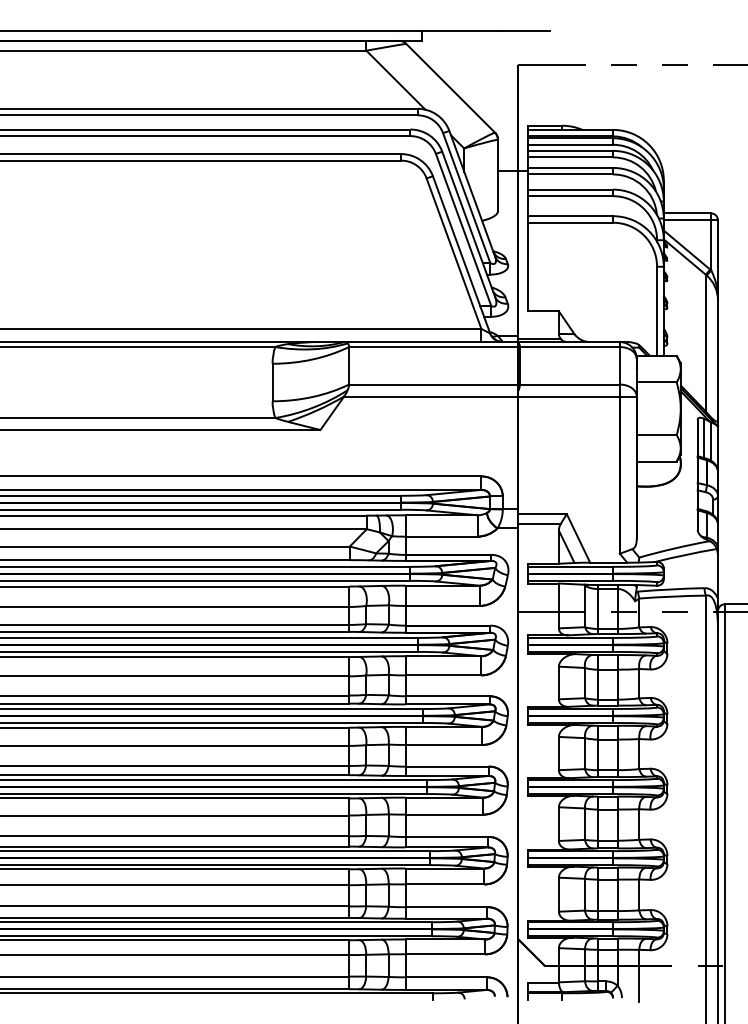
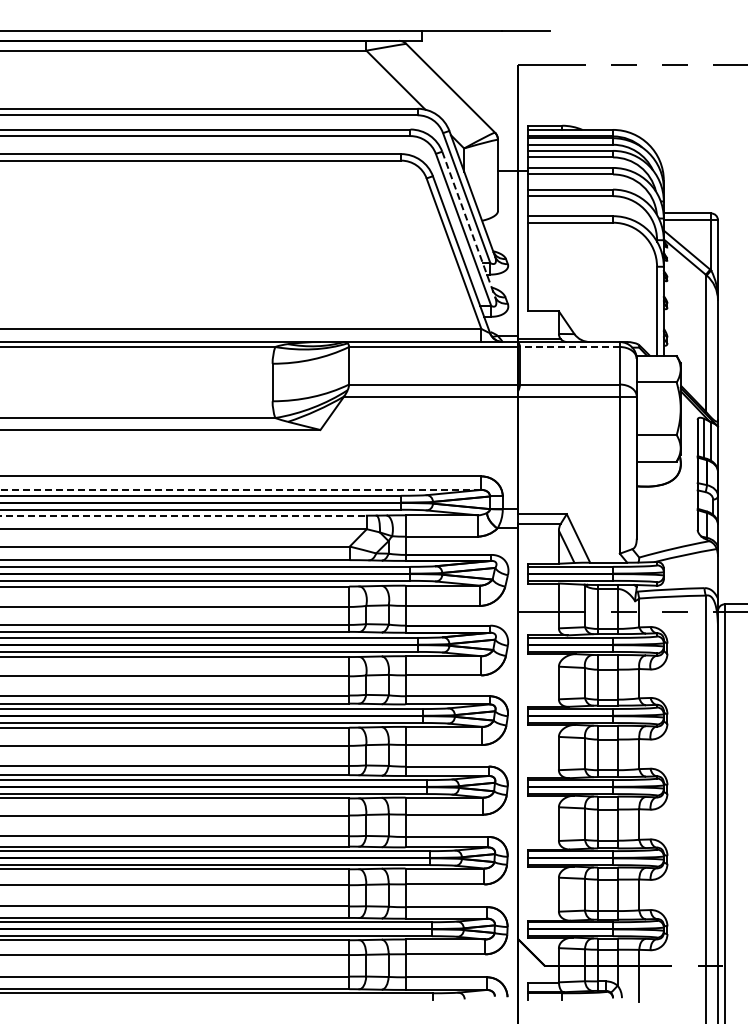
line at (468, 224): solid -> dashed
line at (569, 347): solid -> dashed
line at (240, 489): solid -> dashed
line at (184, 515): solid -> dashed
